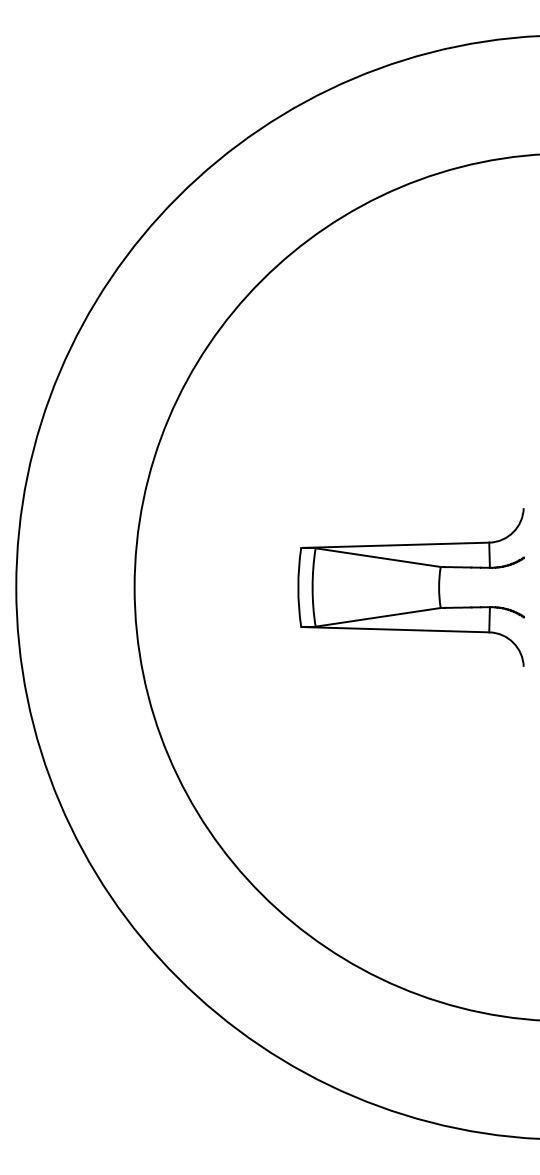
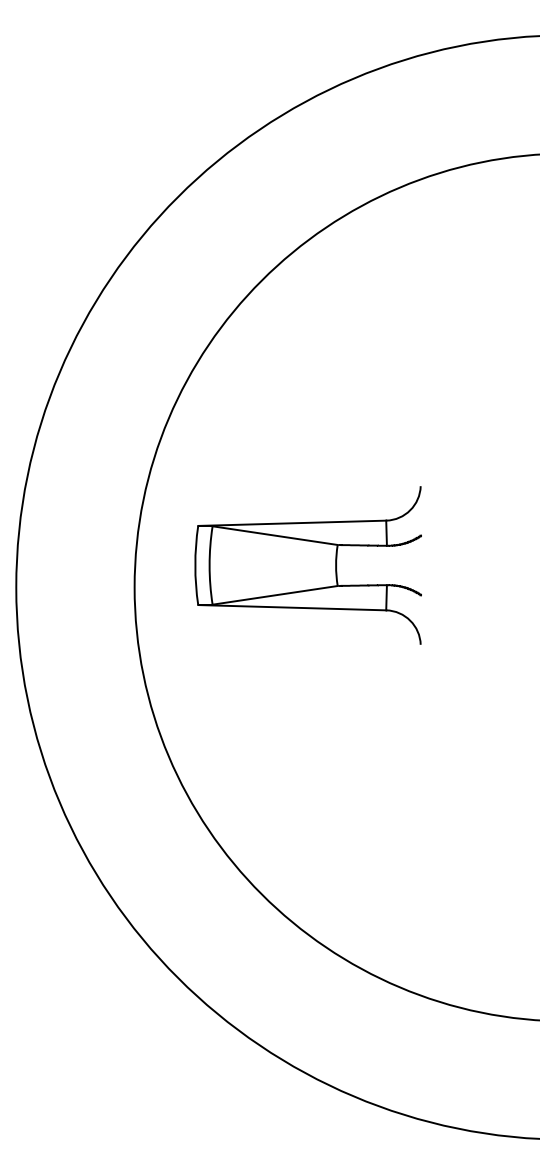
part at (410, 587) position: (410, 587) -> (307, 565)
